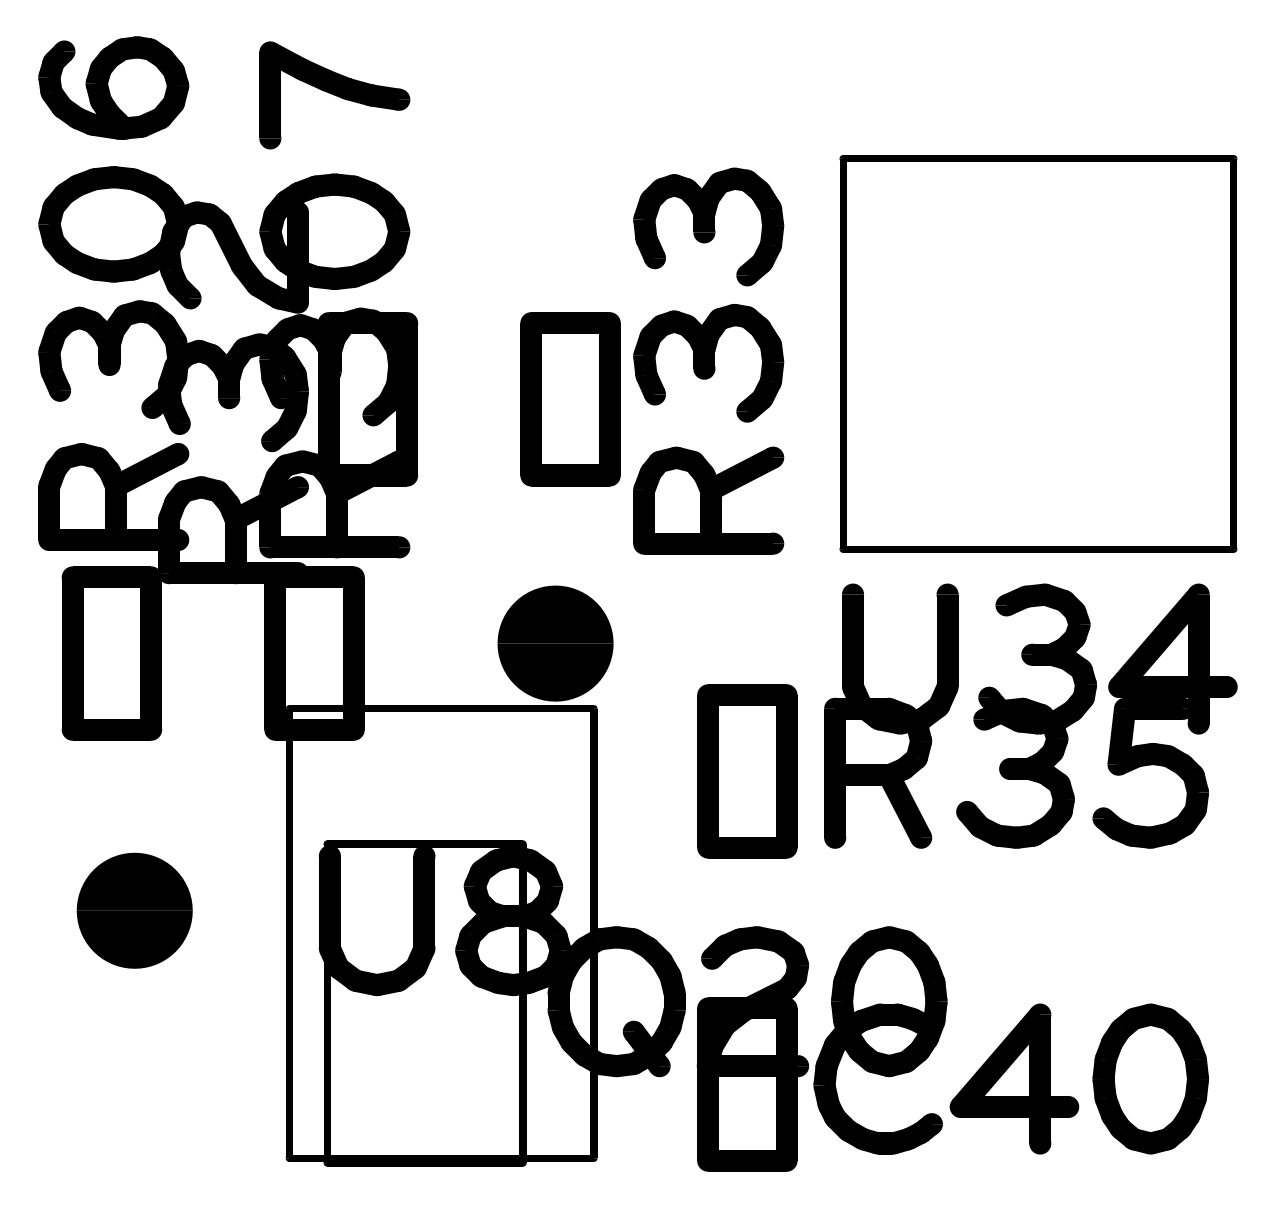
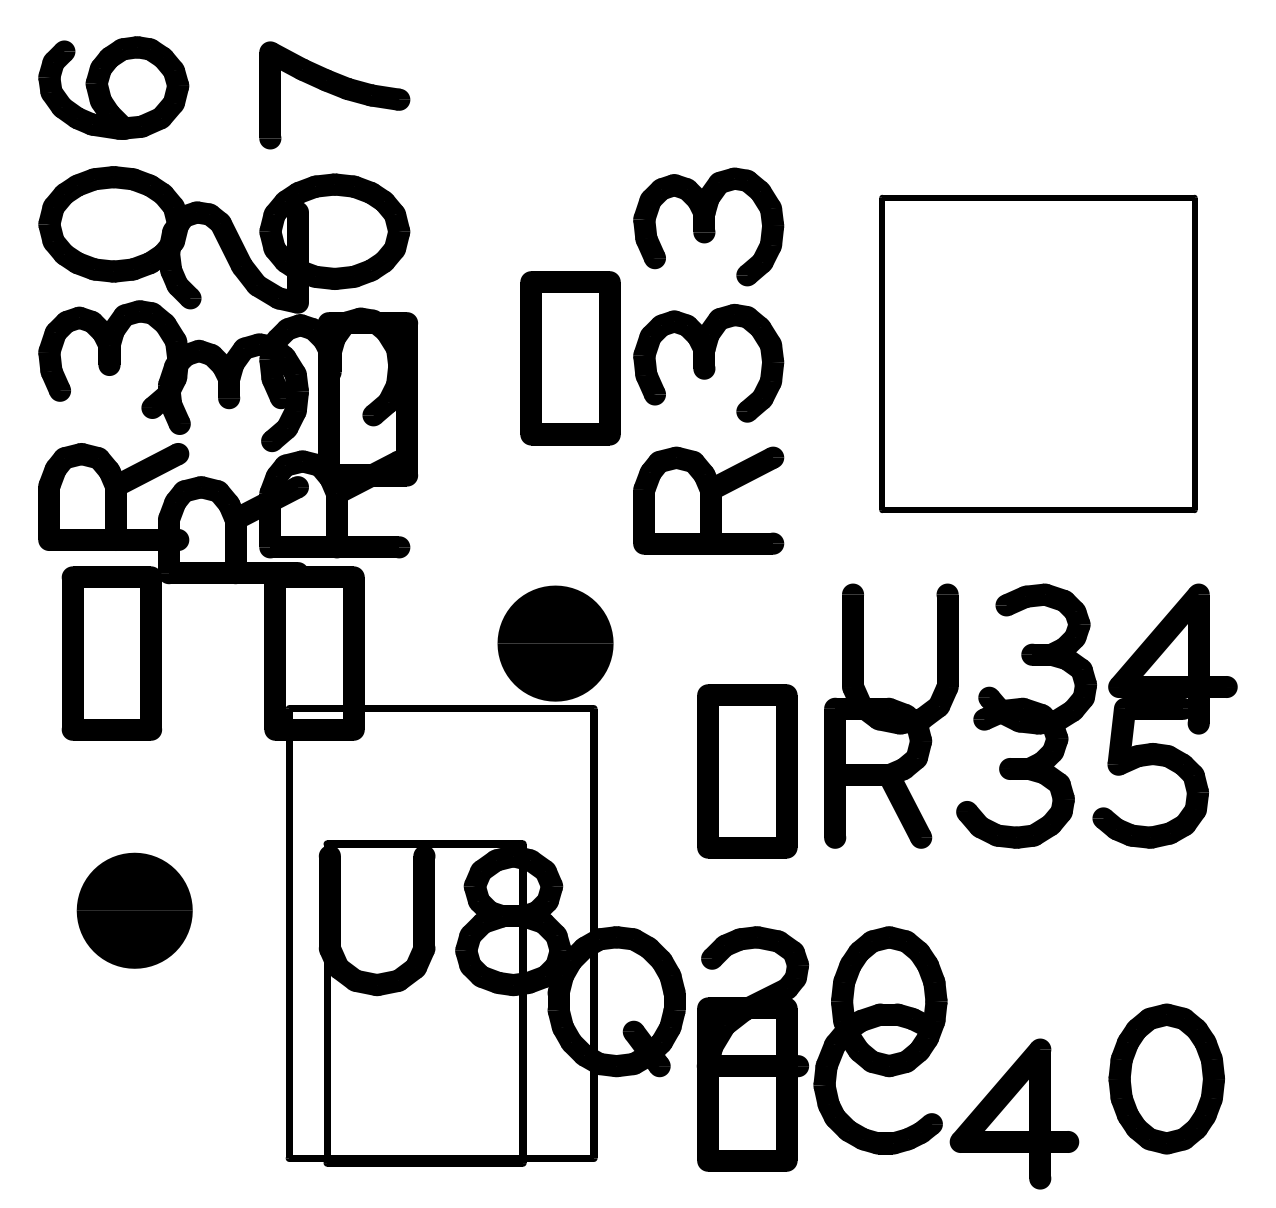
part at (1038, 353) size: 399x398 px -> 319x319 px
part at (570, 399) position: (570, 399) -> (570, 358)
part at (1014, 1078) position: (1014, 1078) -> (1014, 1113)
part at (1150, 1078) position: (1150, 1078) -> (1166, 1078)
